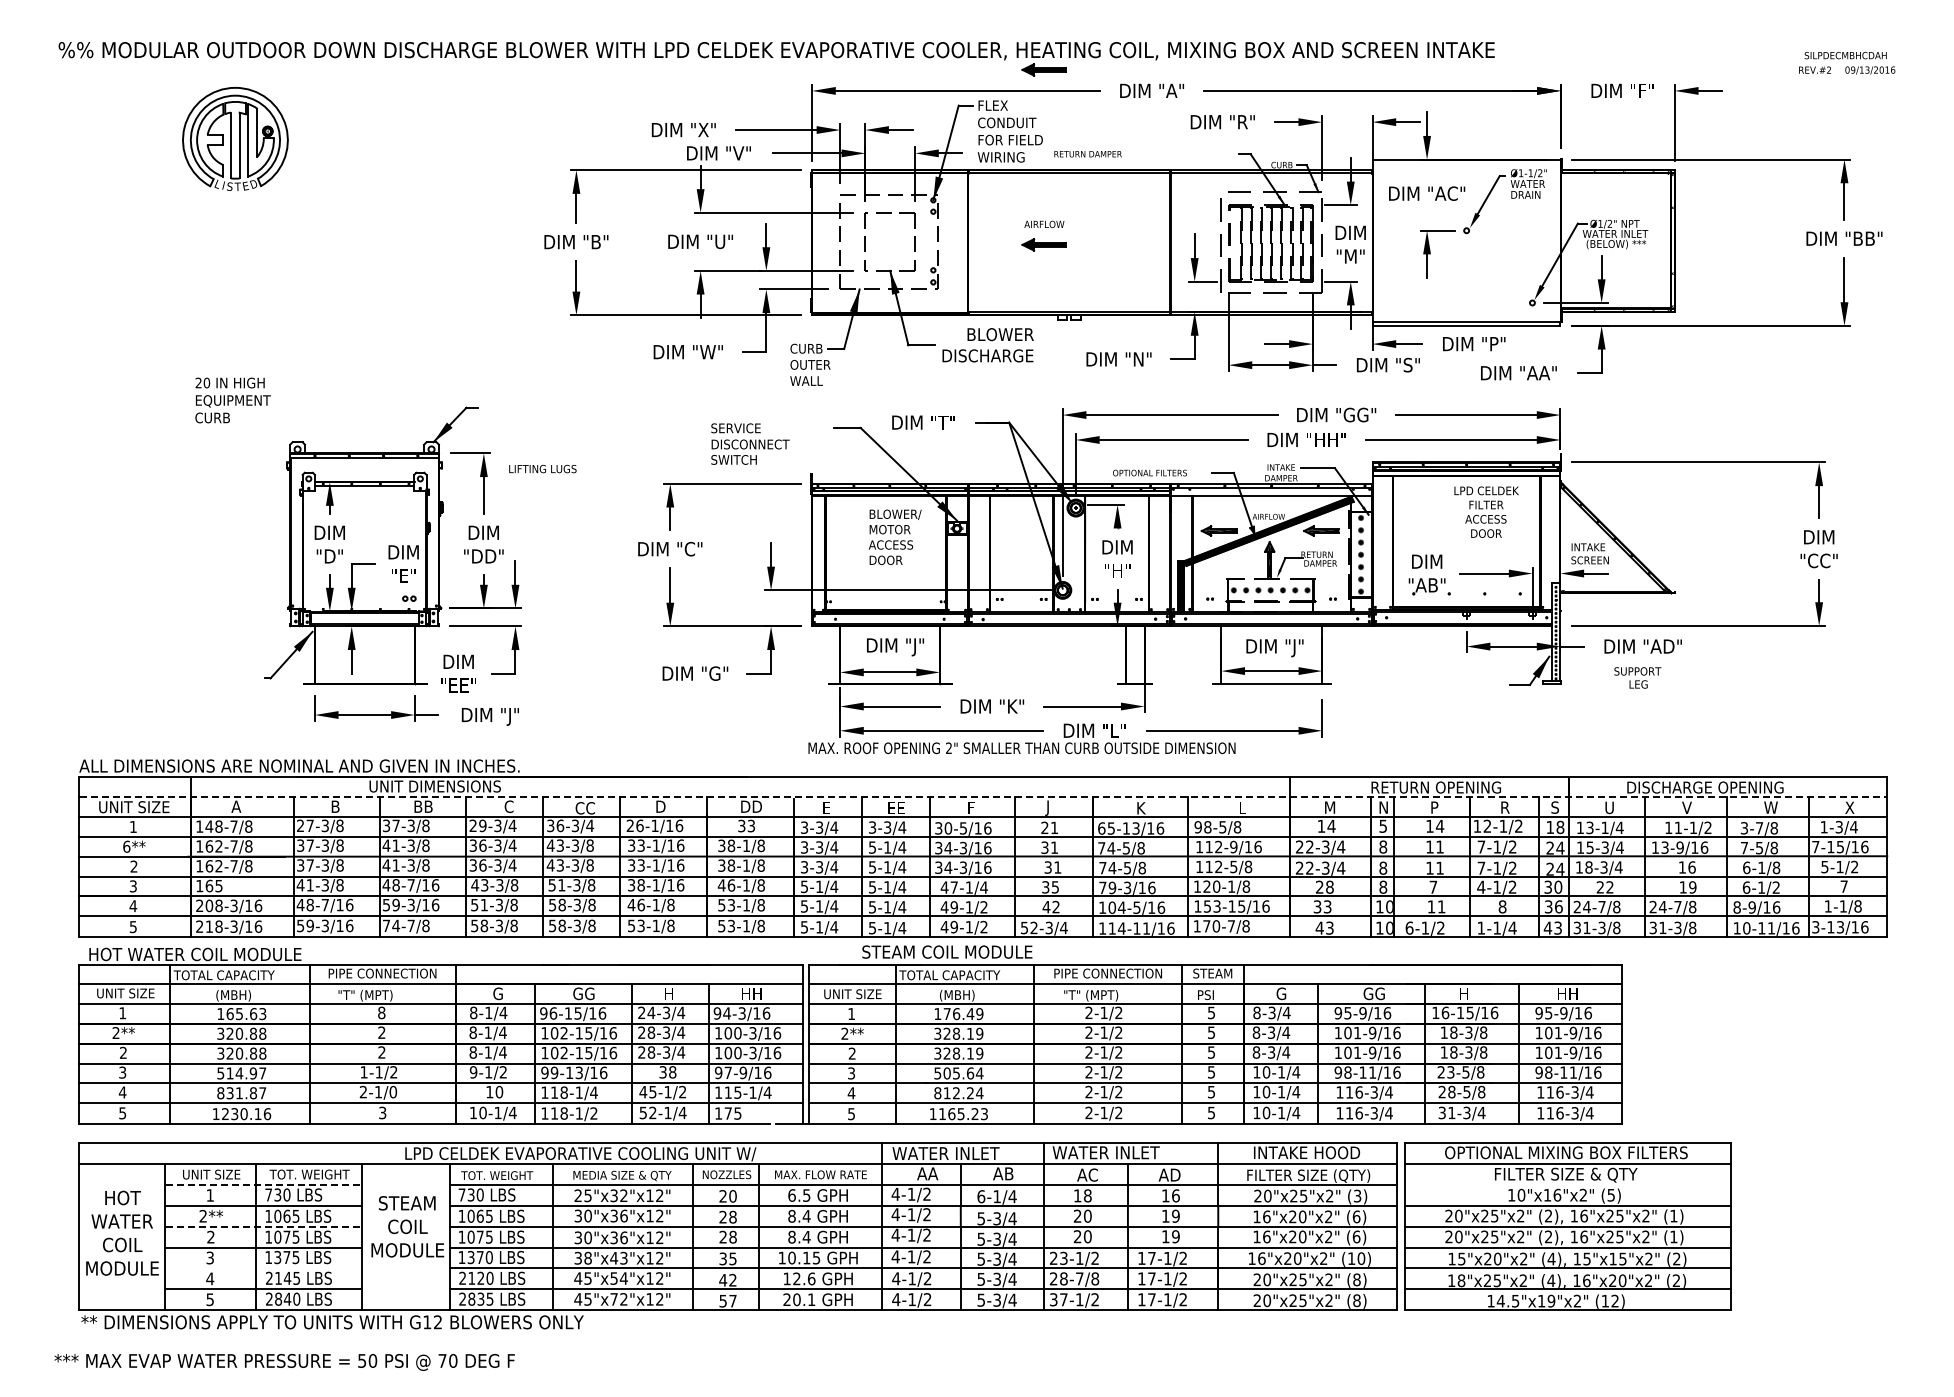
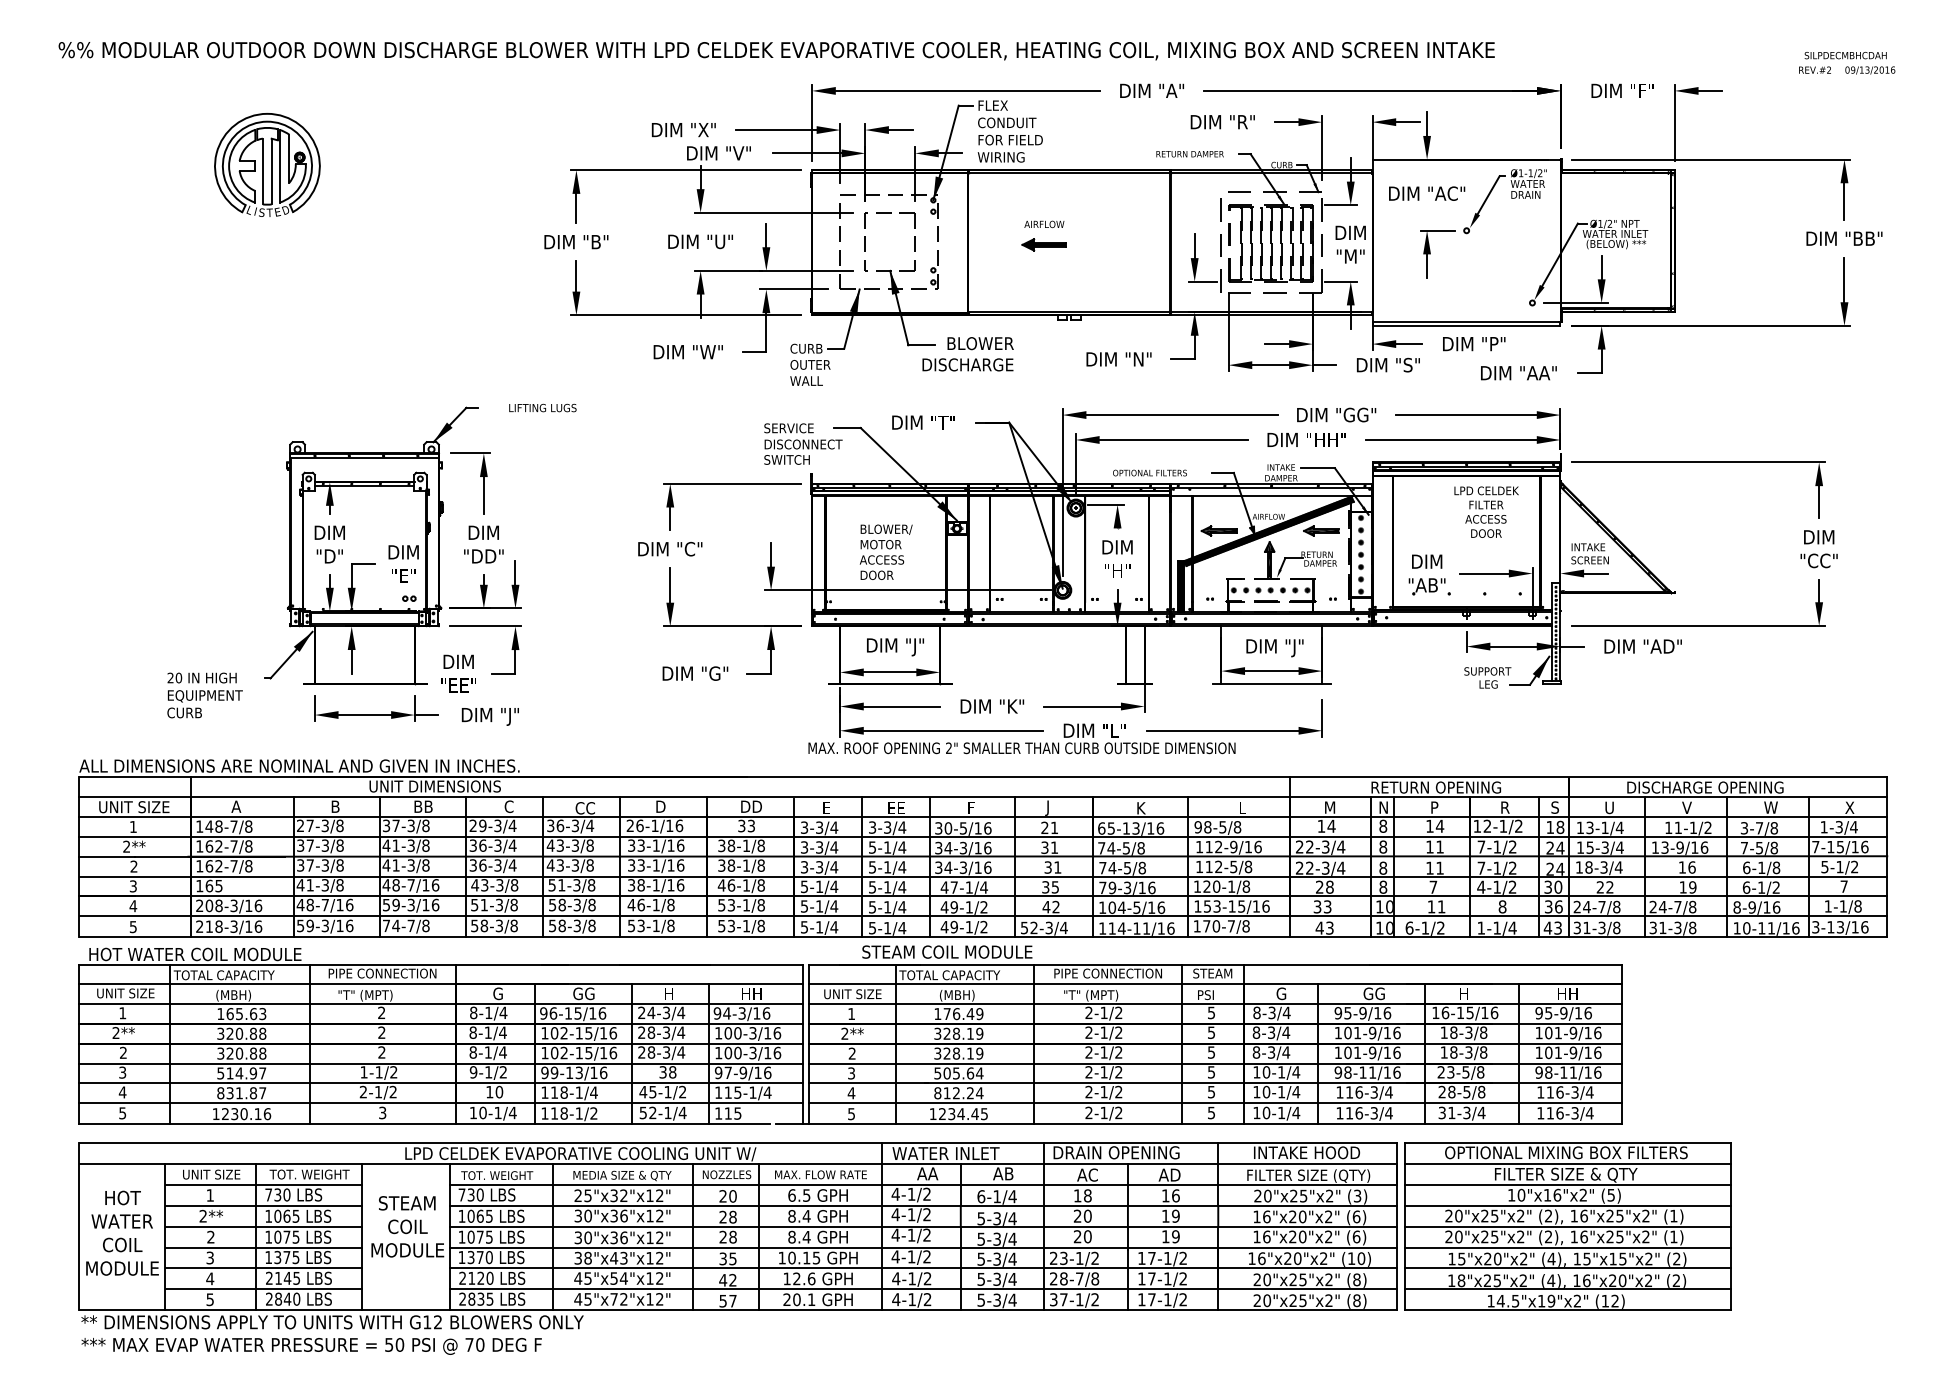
part at (1043, 69): present -> none
part at (235, 138) position: (235, 138) -> (267, 164)
text at (1087, 154) position: (1087, 154) -> (1189, 154)
text at (987, 345) position: (987, 345) -> (967, 354)
text at (232, 400) position: (232, 400) -> (204, 695)
text at (750, 443) position: (750, 443) -> (803, 443)
text at (542, 468) position: (542, 468) -> (542, 407)
text at (894, 536) position: (894, 536) -> (885, 551)
text at (1637, 677) position: (1637, 677) -> (1487, 677)
line at (983, 797): dashed -> solid
text at (1383, 825): 5 -> 8
text at (126, 846): 6** -> 2**
text at (381, 1012): 8 -> 2
text at (393, 1092): 2-1/0 -> 2-1/2
text at (727, 1113): 175 -> 115
text at (963, 1114): 1165.23 -> 1234.45
text at (1115, 1152): WATER INLET -> DRAIN OPENING
line at (264, 1184): dashed -> solid
line at (1567, 1184): none -> present
line at (264, 1226): dashed -> solid
line at (264, 1268): none -> present
text at (284, 1362) position: (284, 1362) -> (311, 1346)
